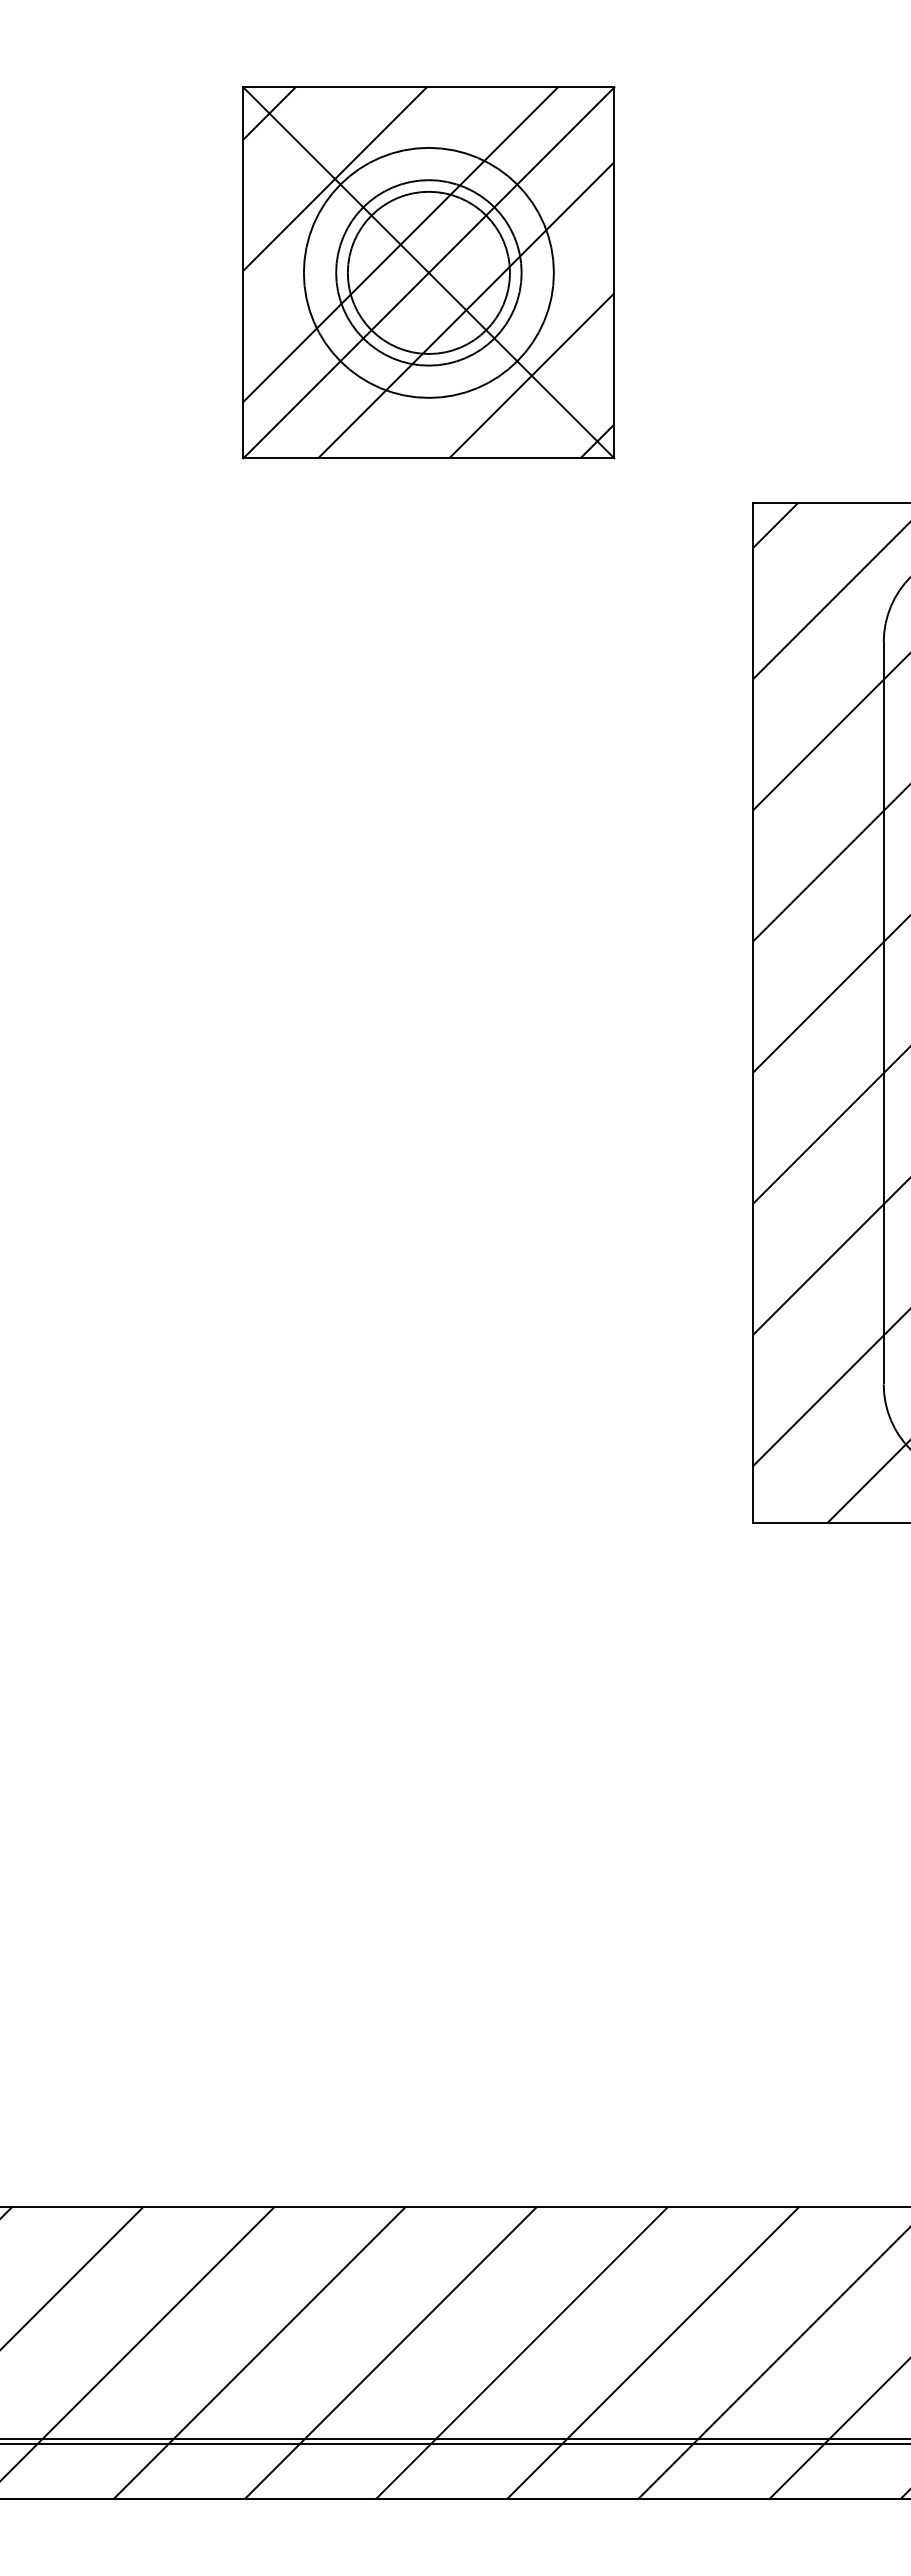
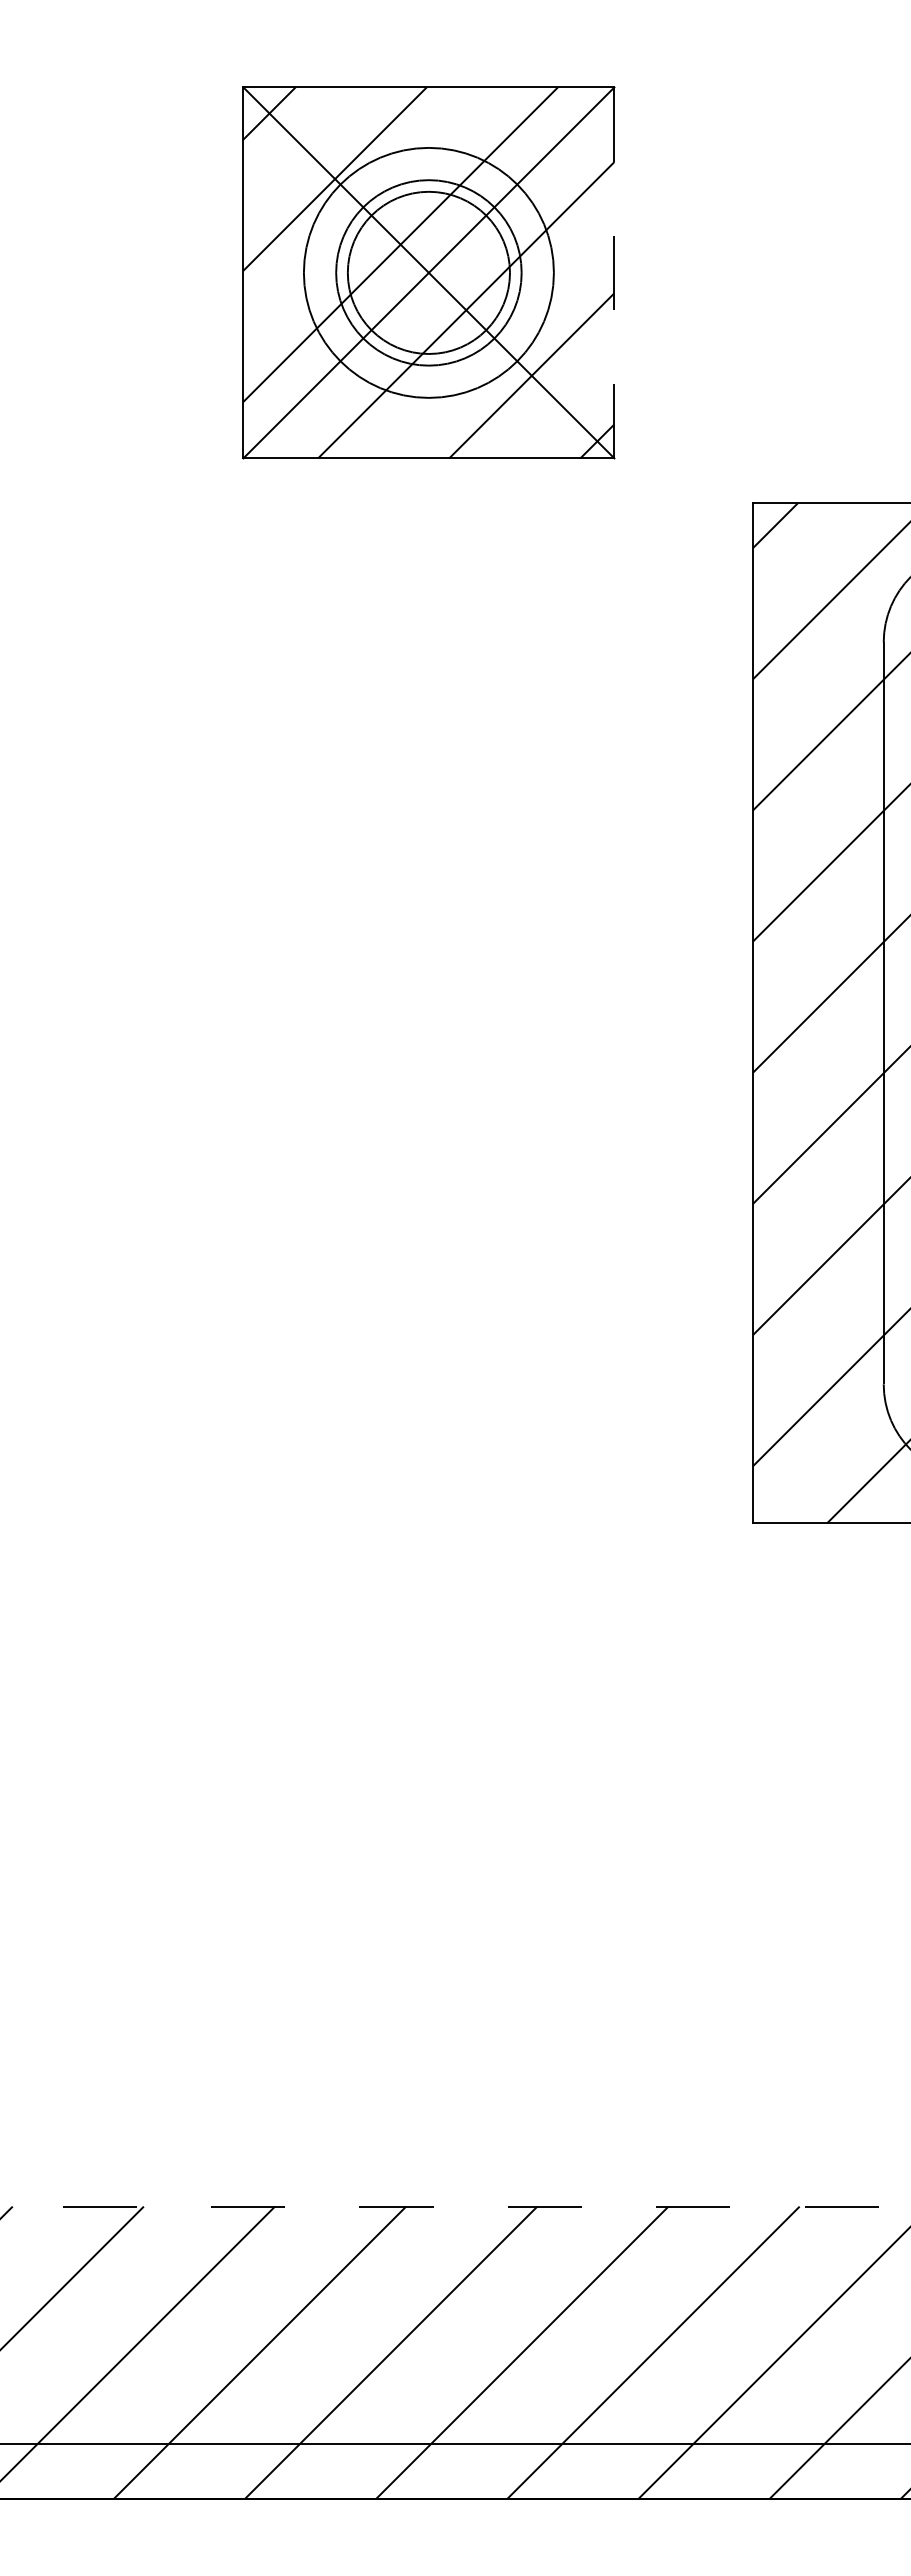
line at (614, 273): solid -> dashed
line at (455, 2206): solid -> dashed
line at (454, 2439): present -> none
